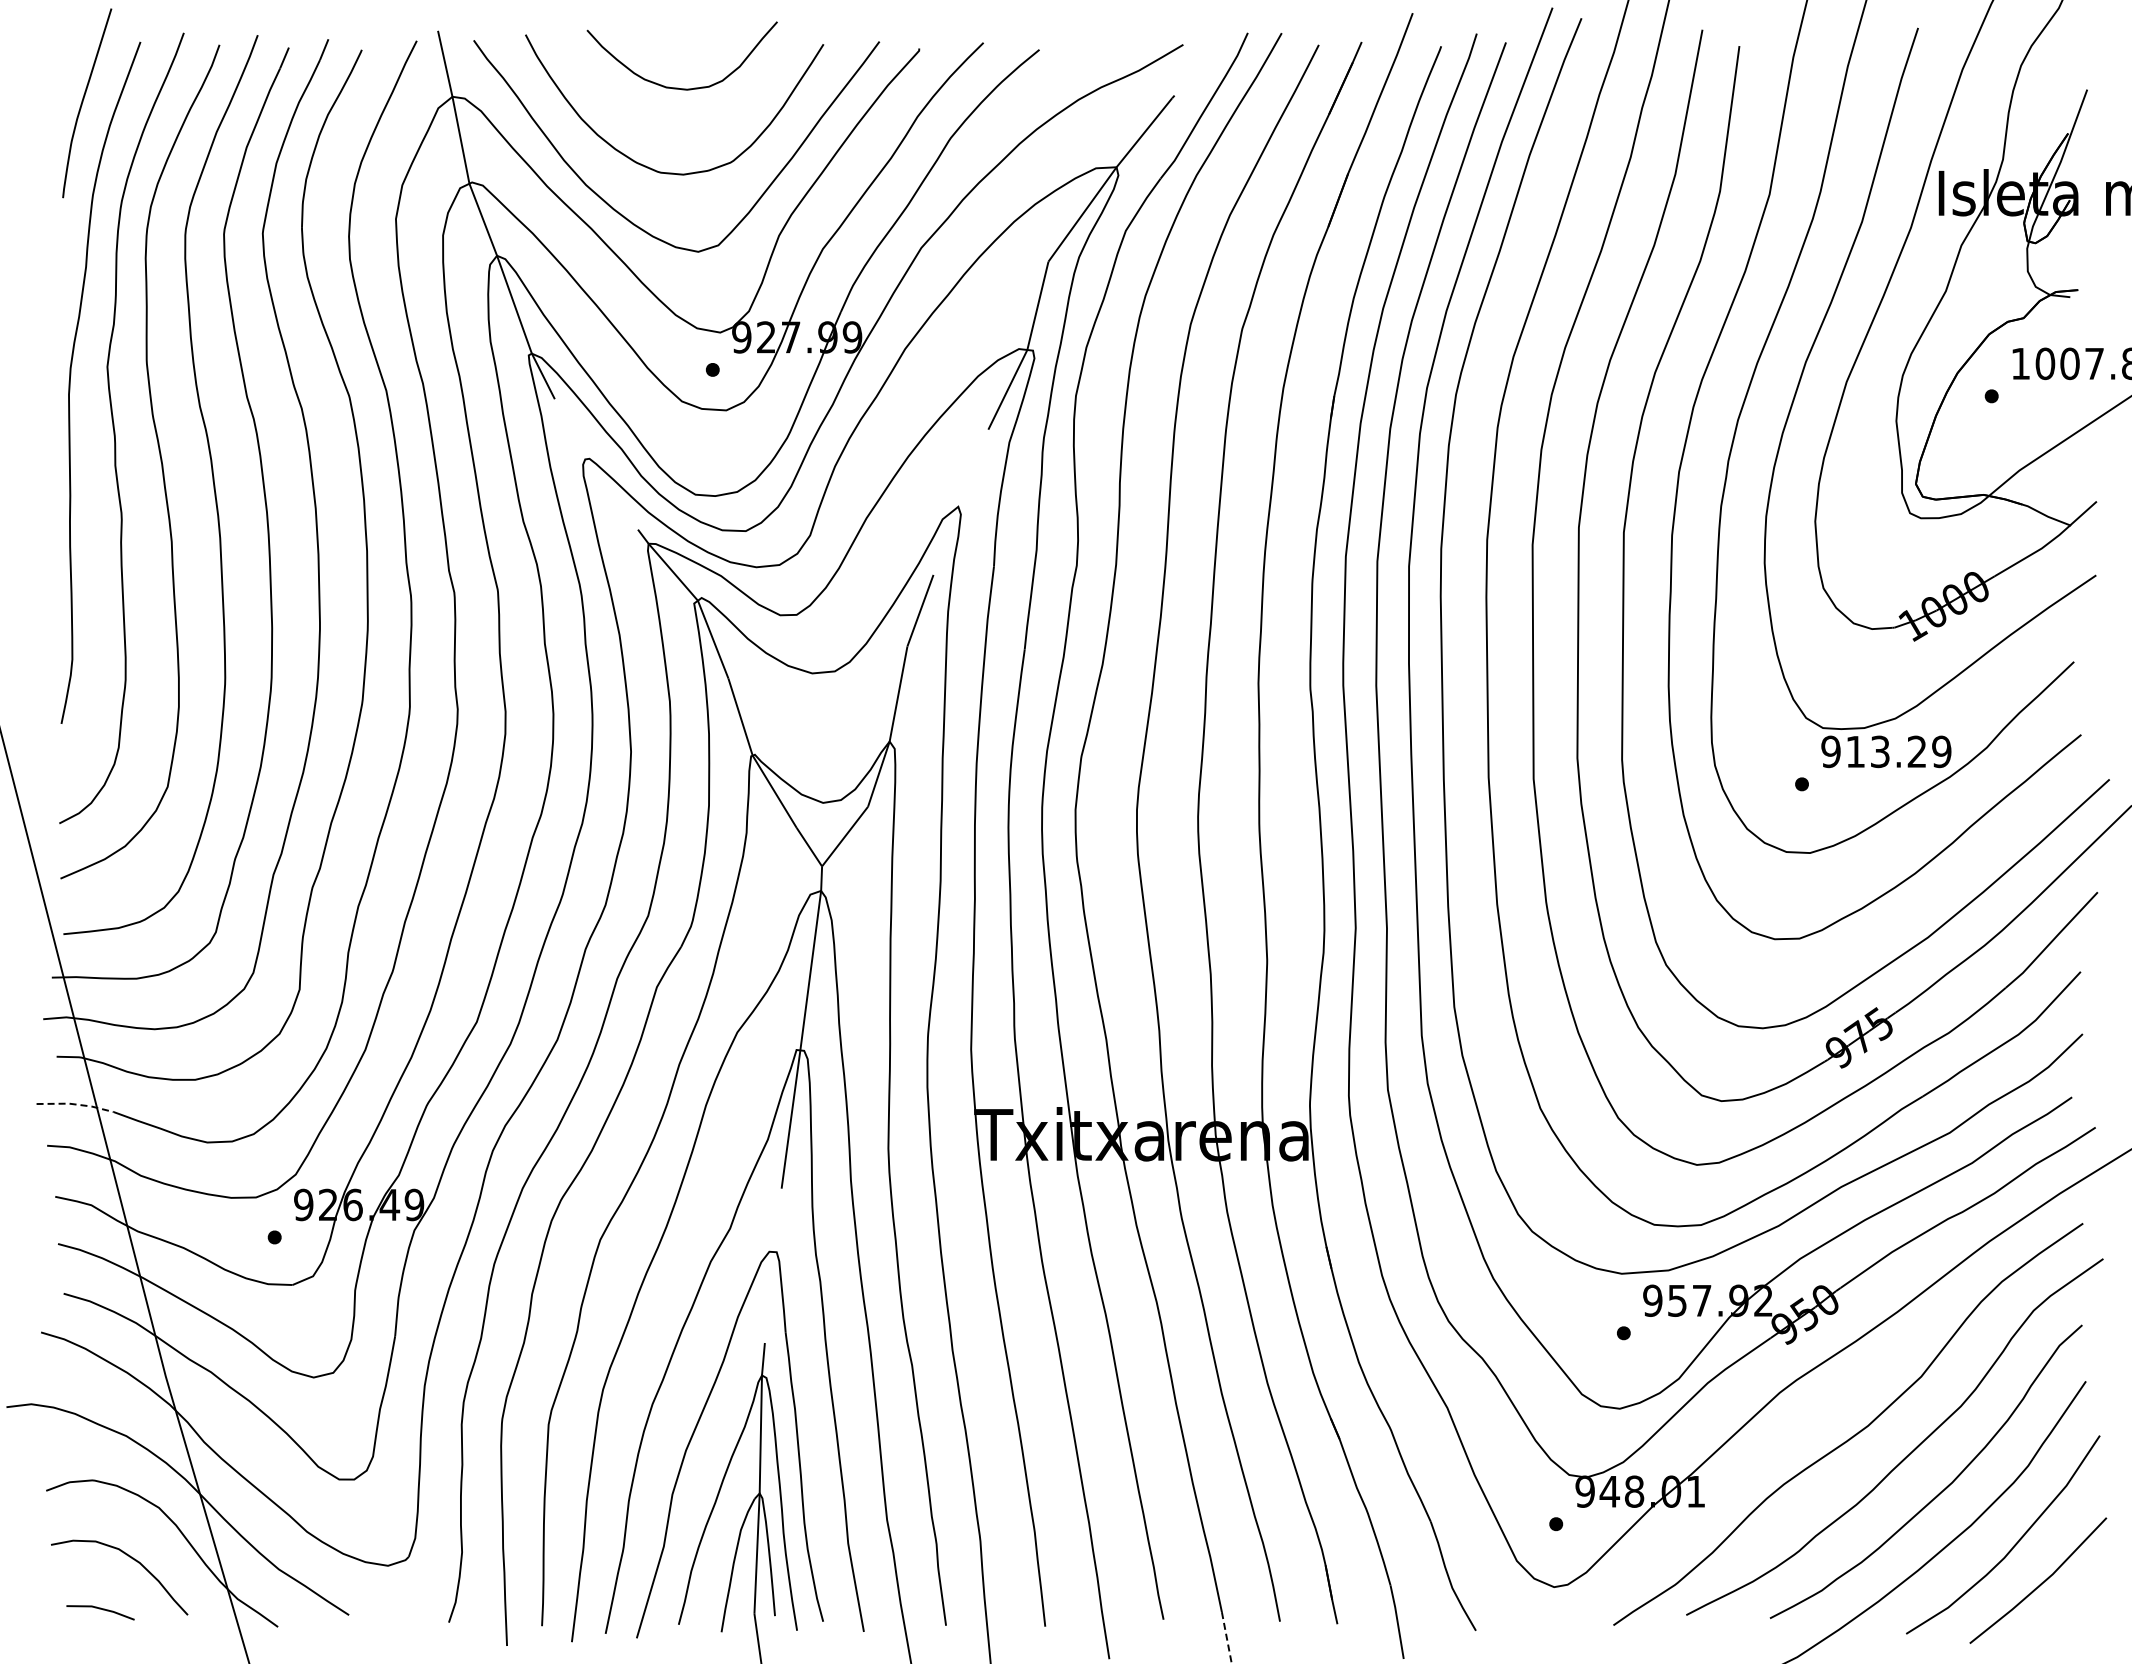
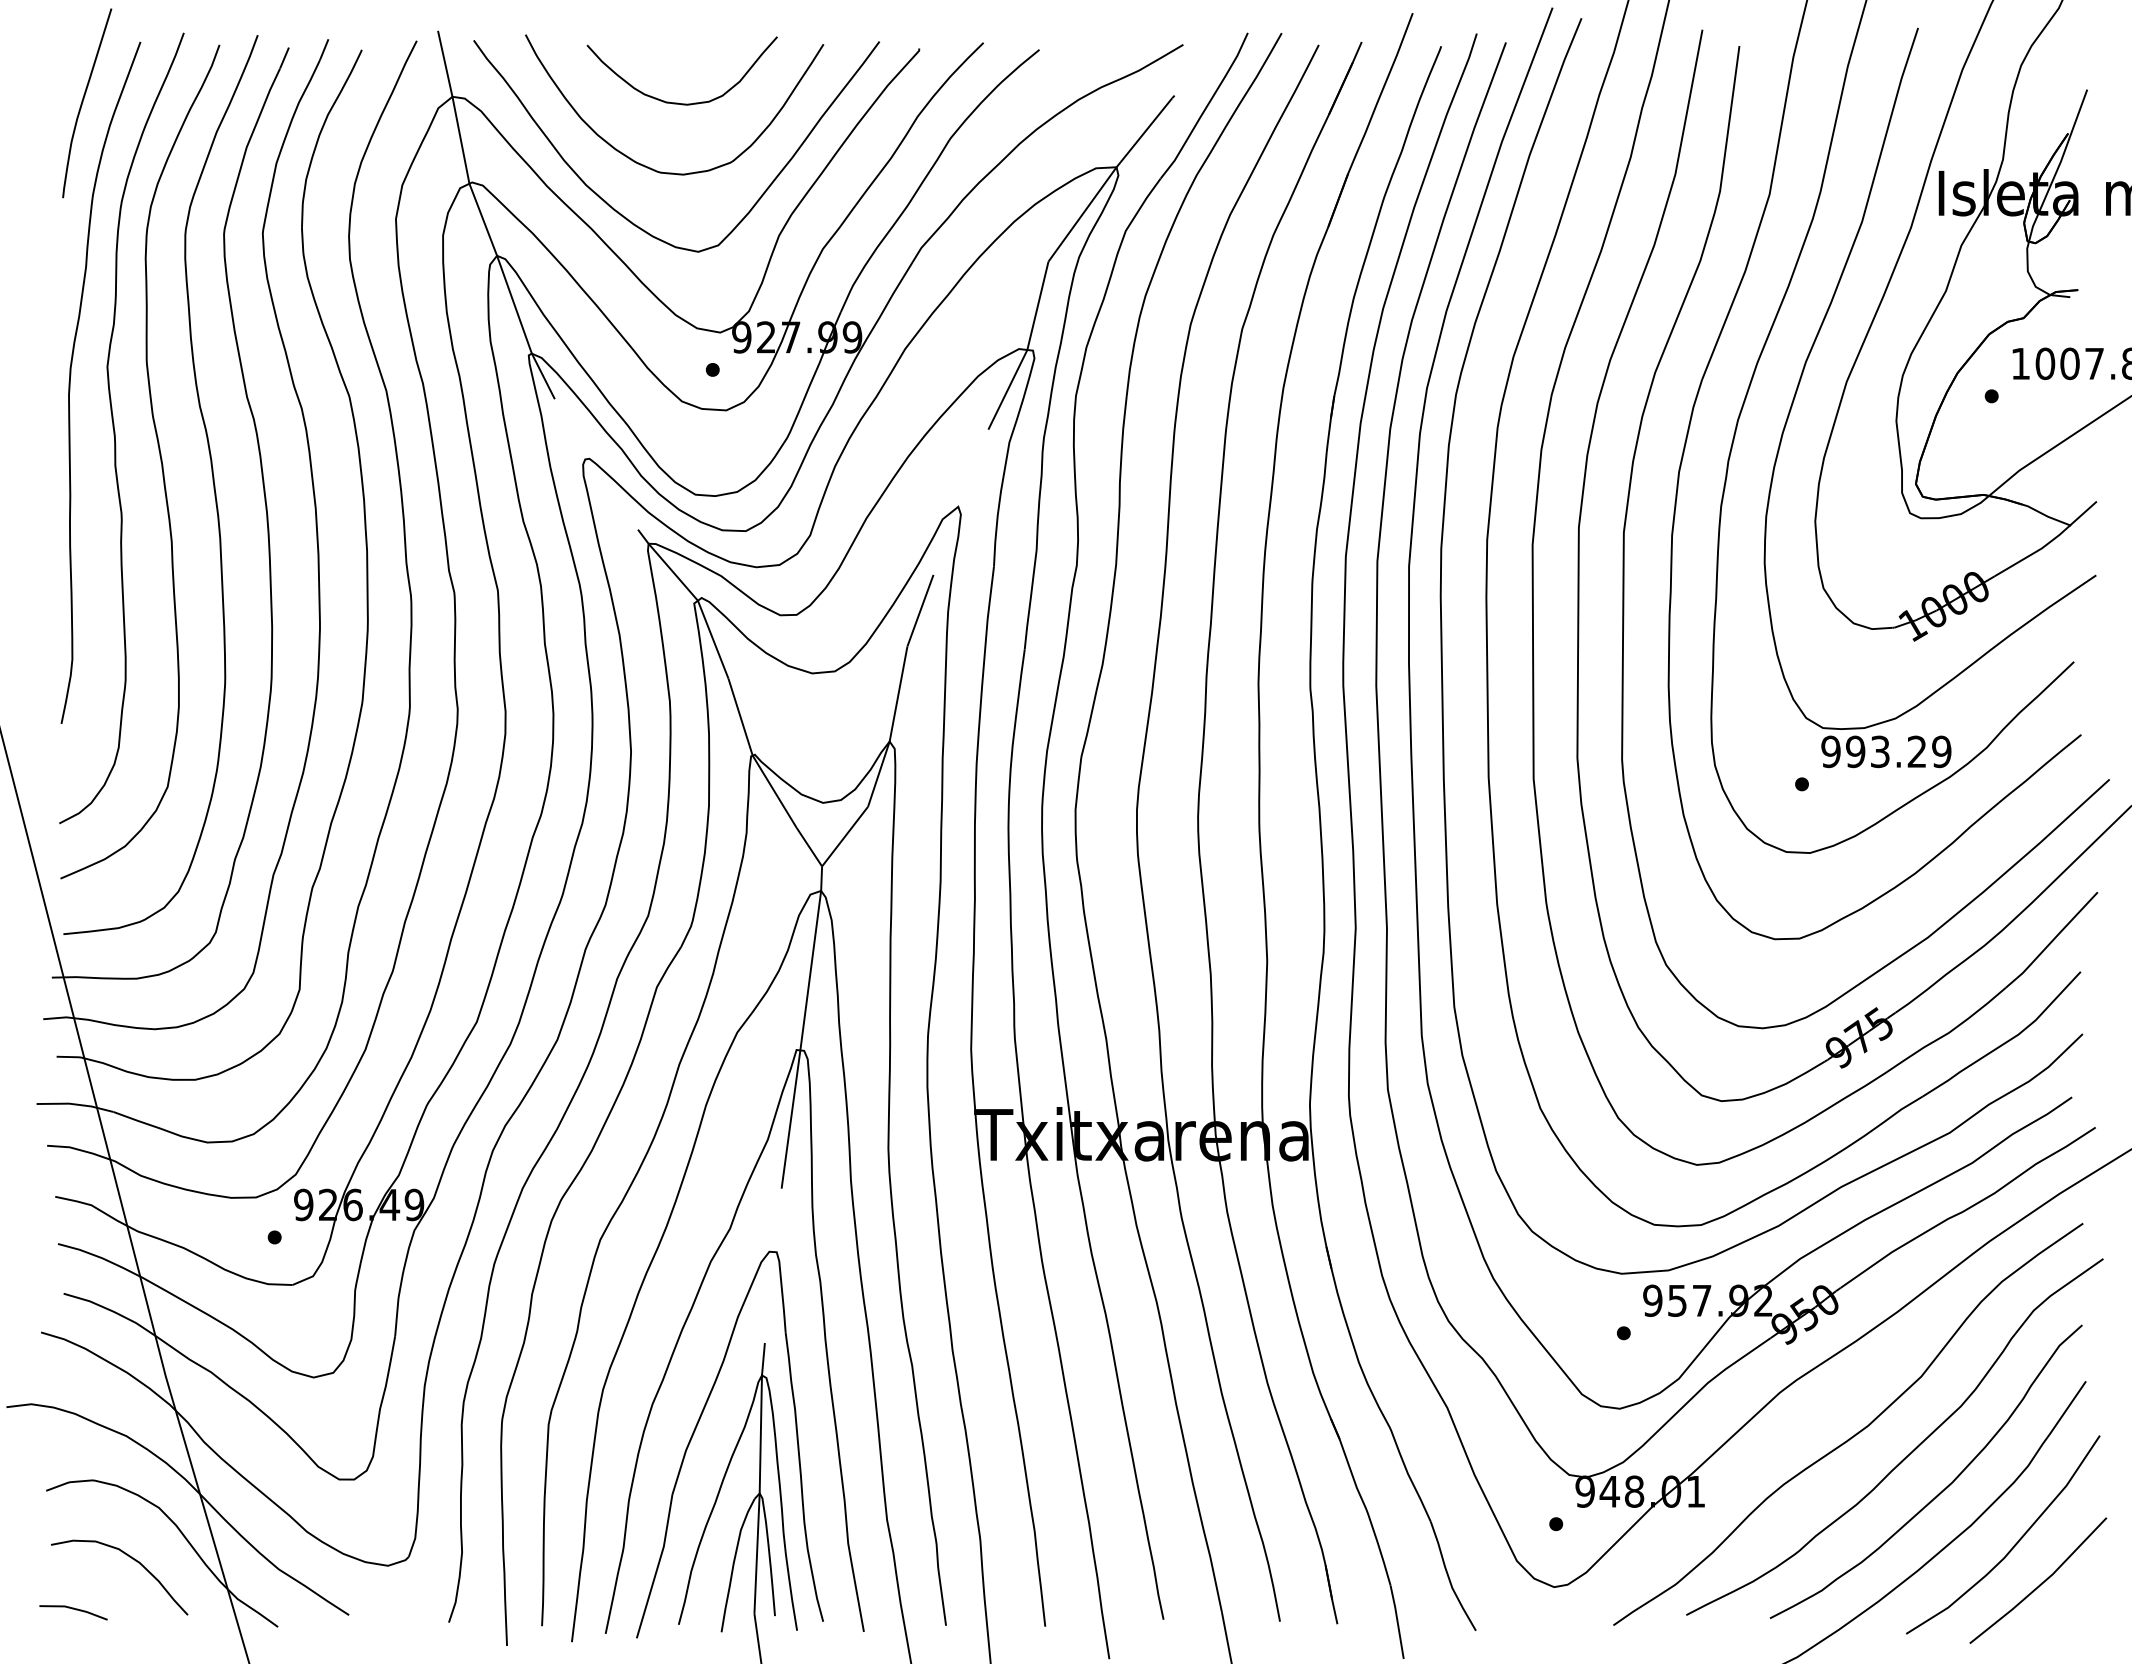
curve at (678, 87) position: (678, 87) -> (678, 102)
text at (1855, 751): 913.29 -> 993.29
line at (76, 1104): dashed -> solid
line at (100, 1609) position: (100, 1609) -> (73, 1609)
line at (1226, 1637): dashed -> solid
